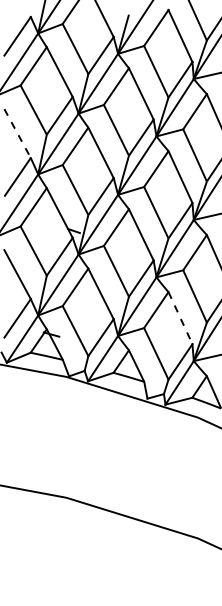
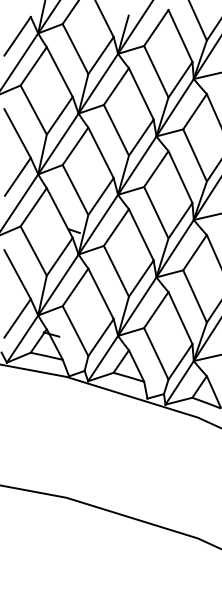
line at (17, 133): dashed -> solid
line at (180, 318): dashed -> solid
